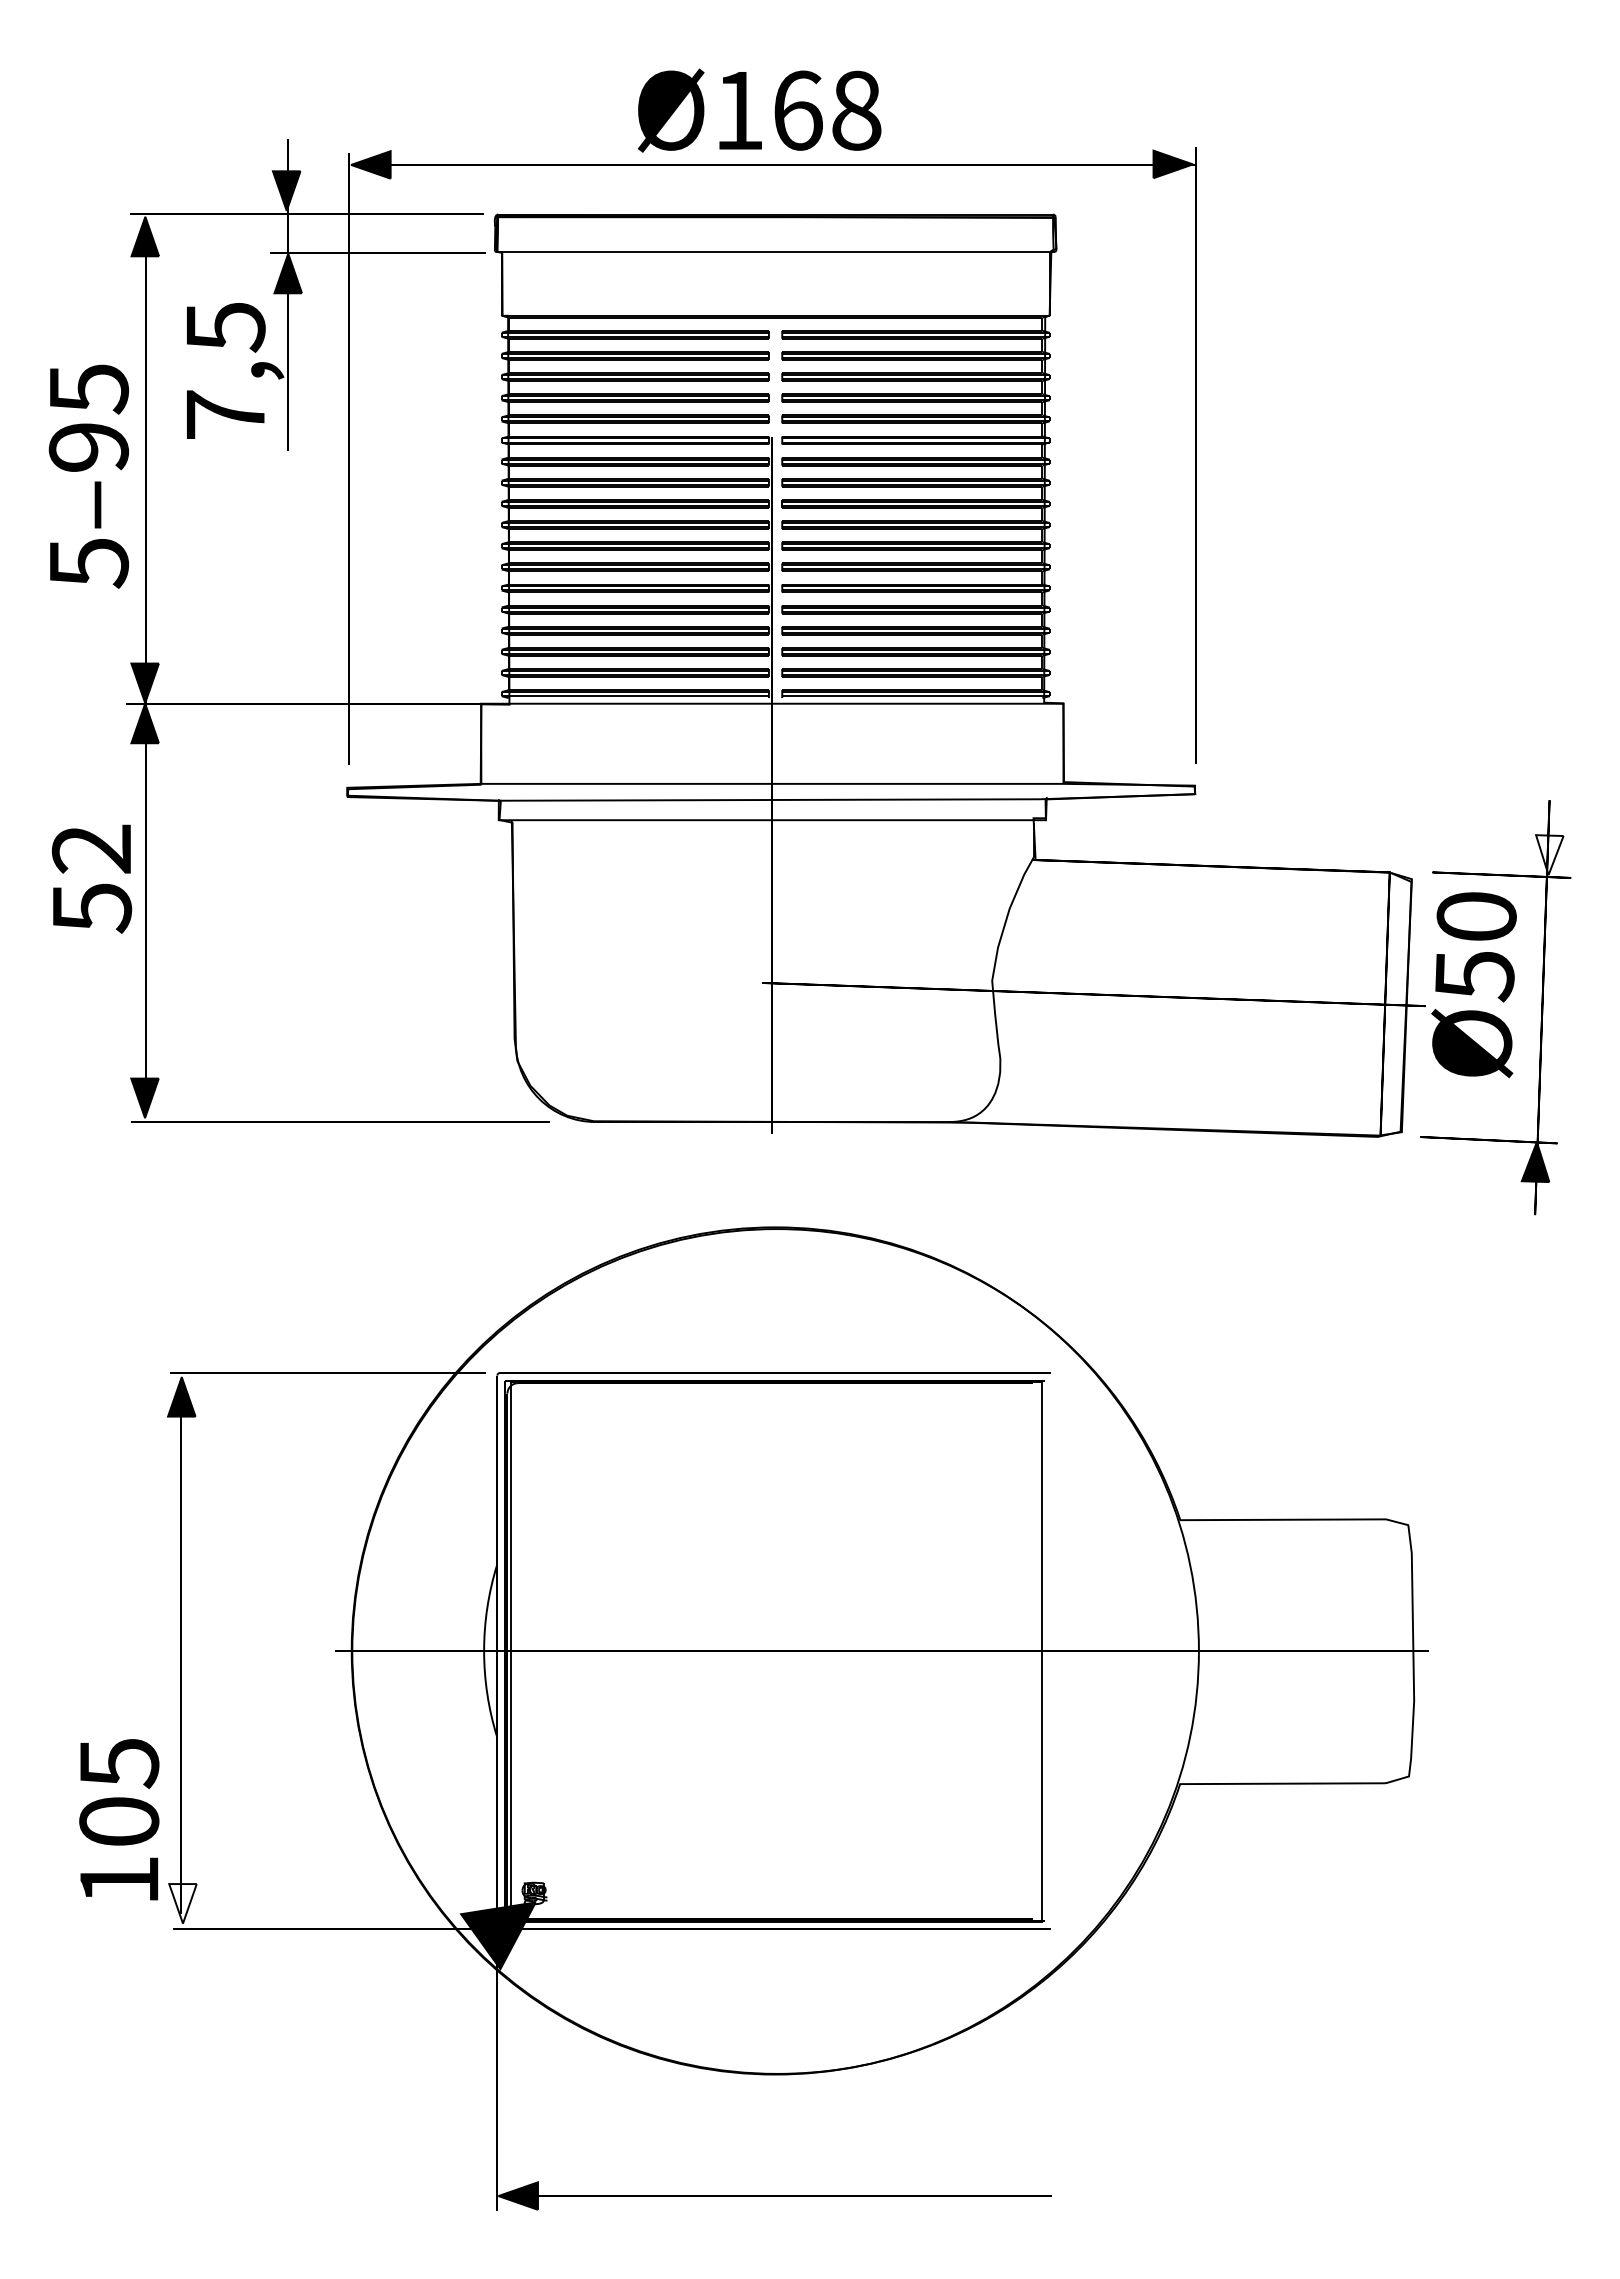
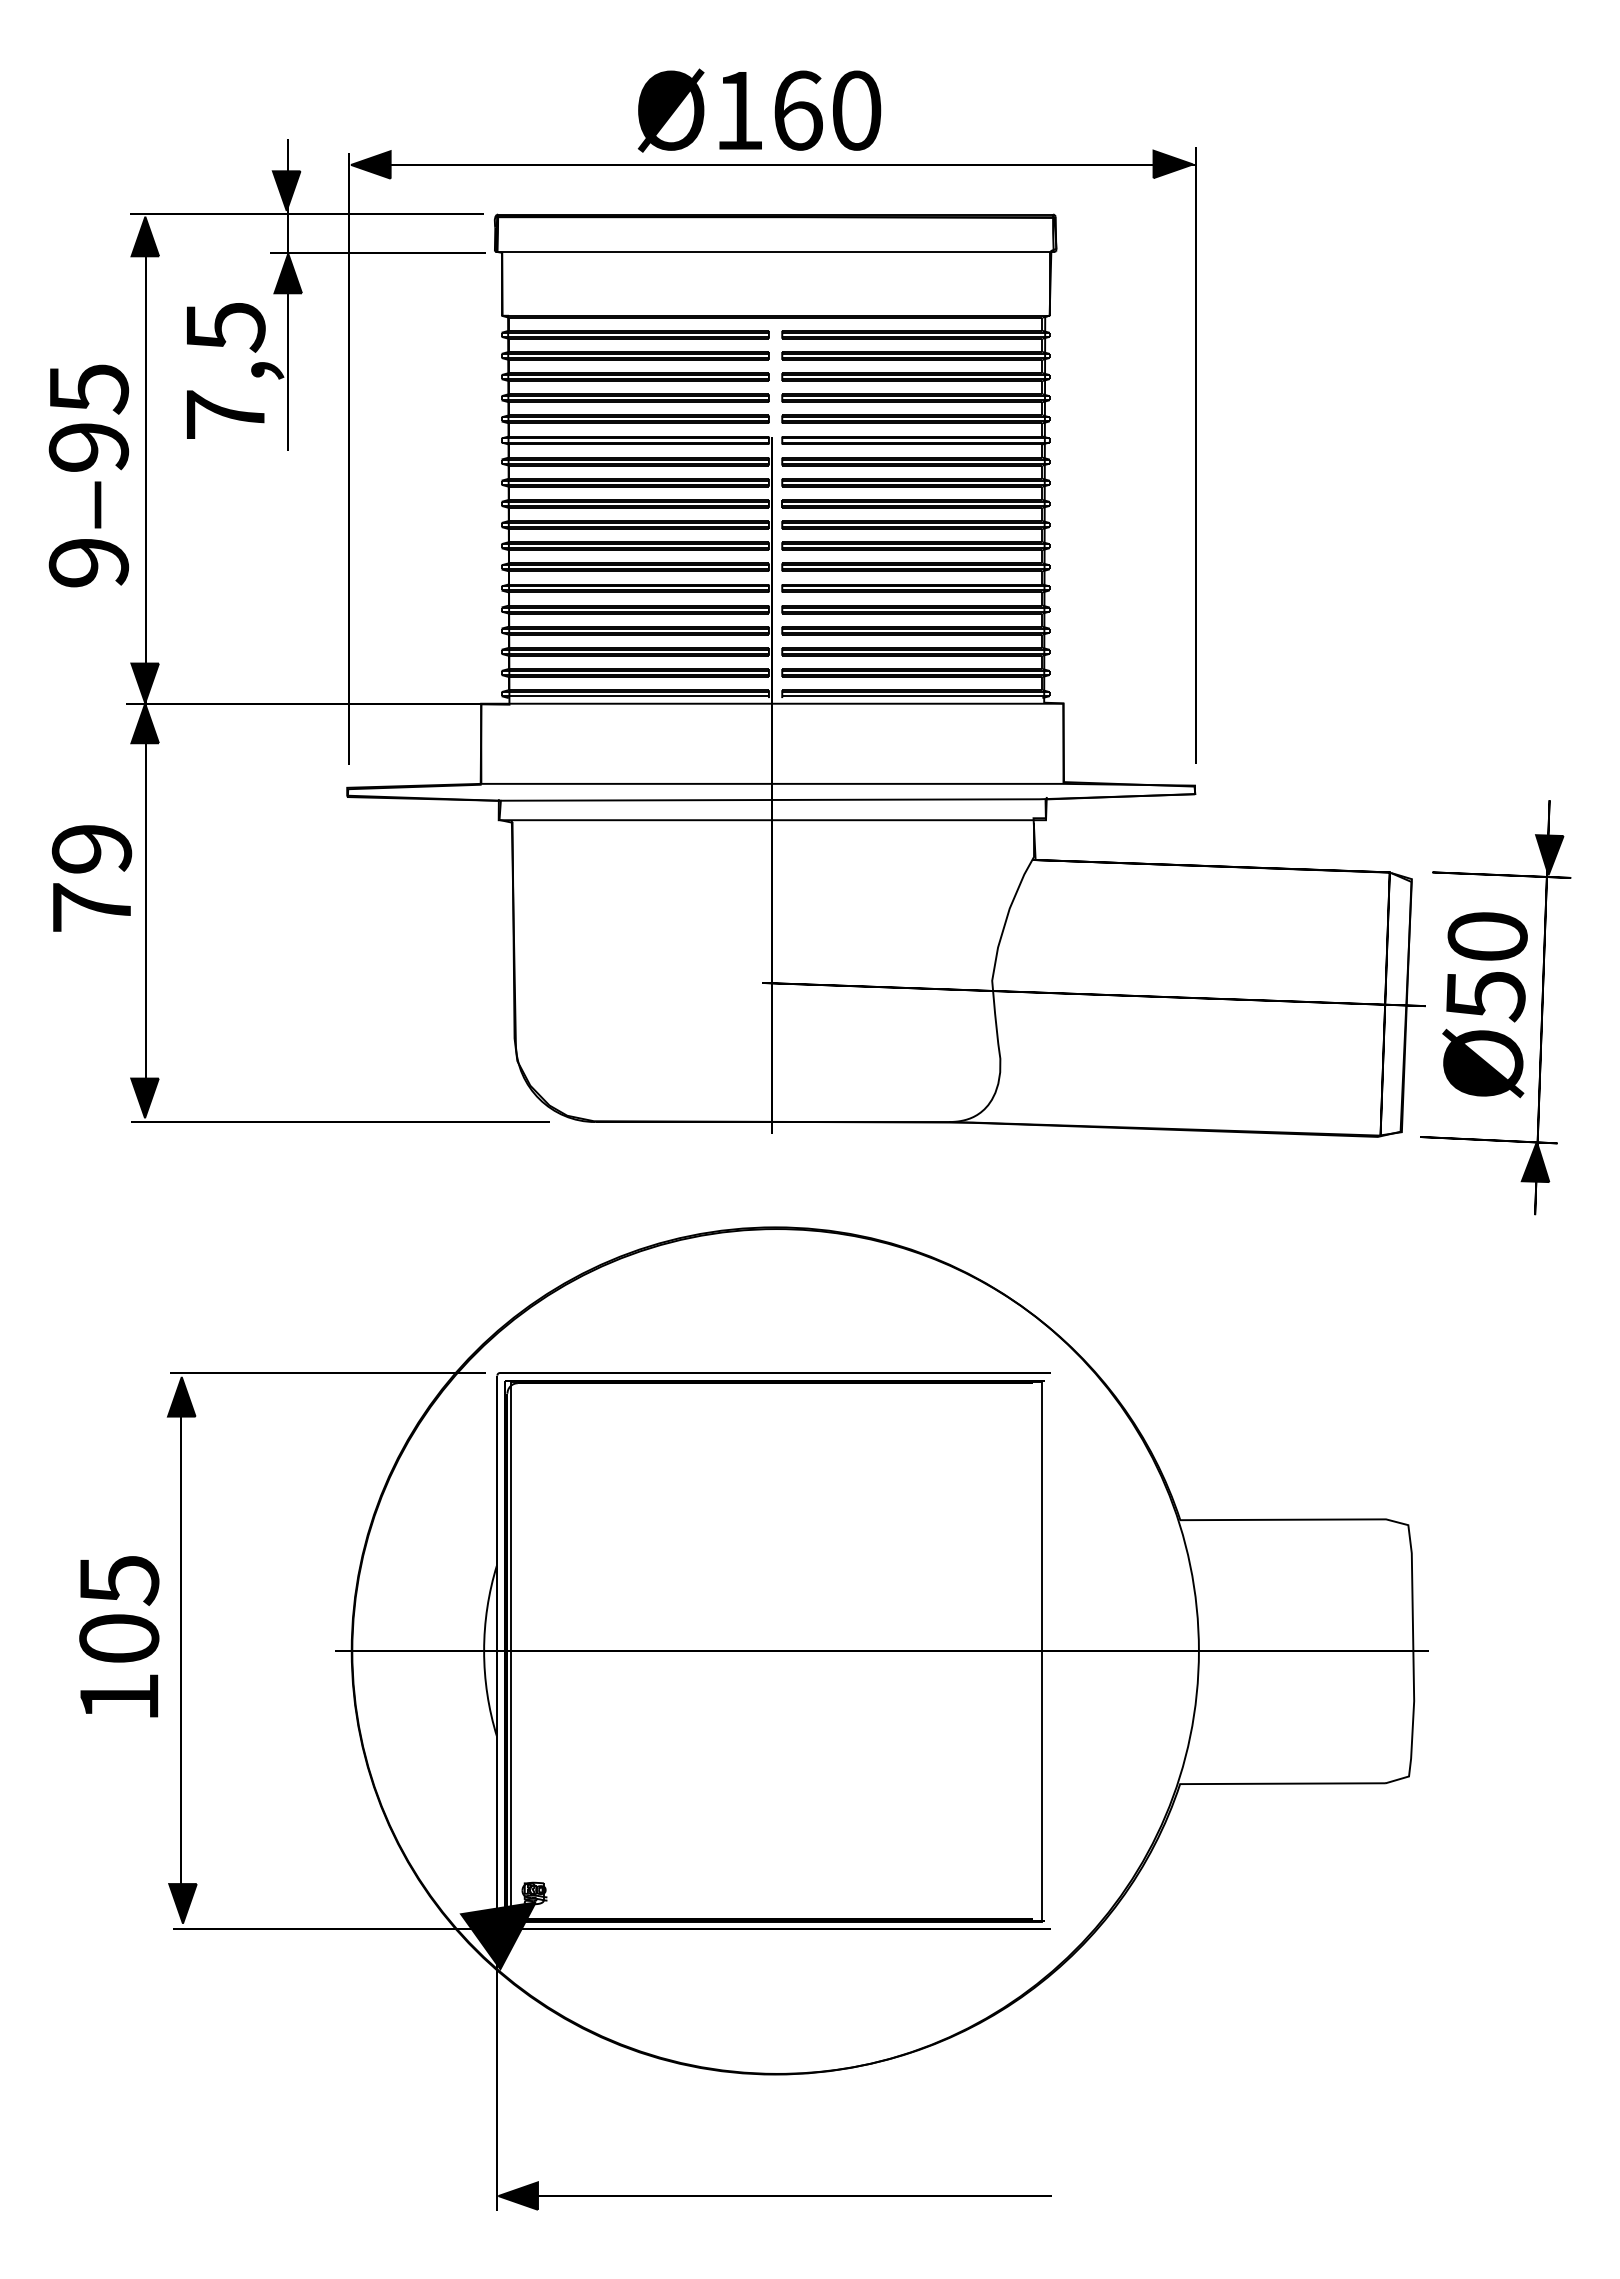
text at (856, 110): Ø168 -> Ø160
text at (88, 563): 5 -> 9
fill at (1549, 855): none -> present
text at (92, 878): 52 -> 79
text at (1473, 985) position: (1473, 985) -> (1484, 1005)
text at (119, 1819) position: (119, 1819) -> (119, 1636)
fill at (182, 1903): none -> present
